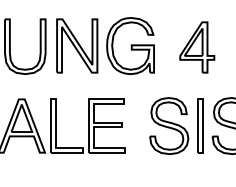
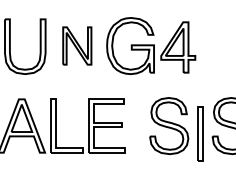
part at (77, 45) size: 43x56 px -> 31x40 px
part at (197, 47) position: (197, 47) -> (178, 47)
part at (200, 125) position: (200, 125) -> (200, 133)
